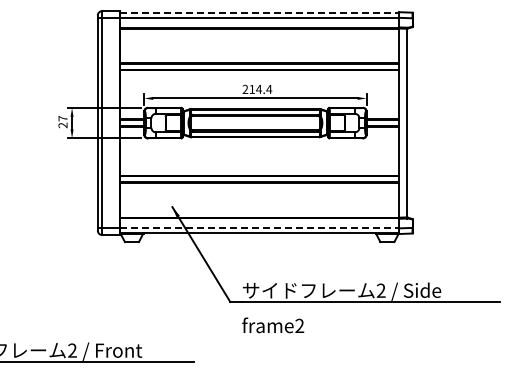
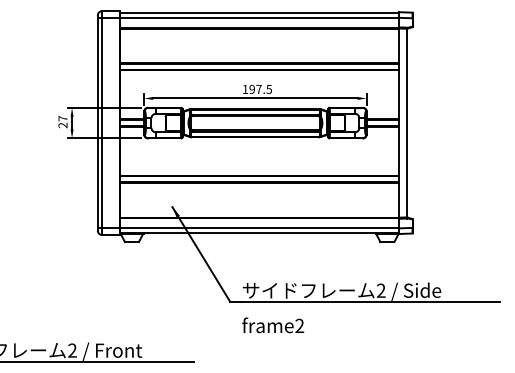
line at (260, 12): dashed -> solid
text at (257, 88): 214.4 -> 197.5
line at (260, 228): dashed -> solid
